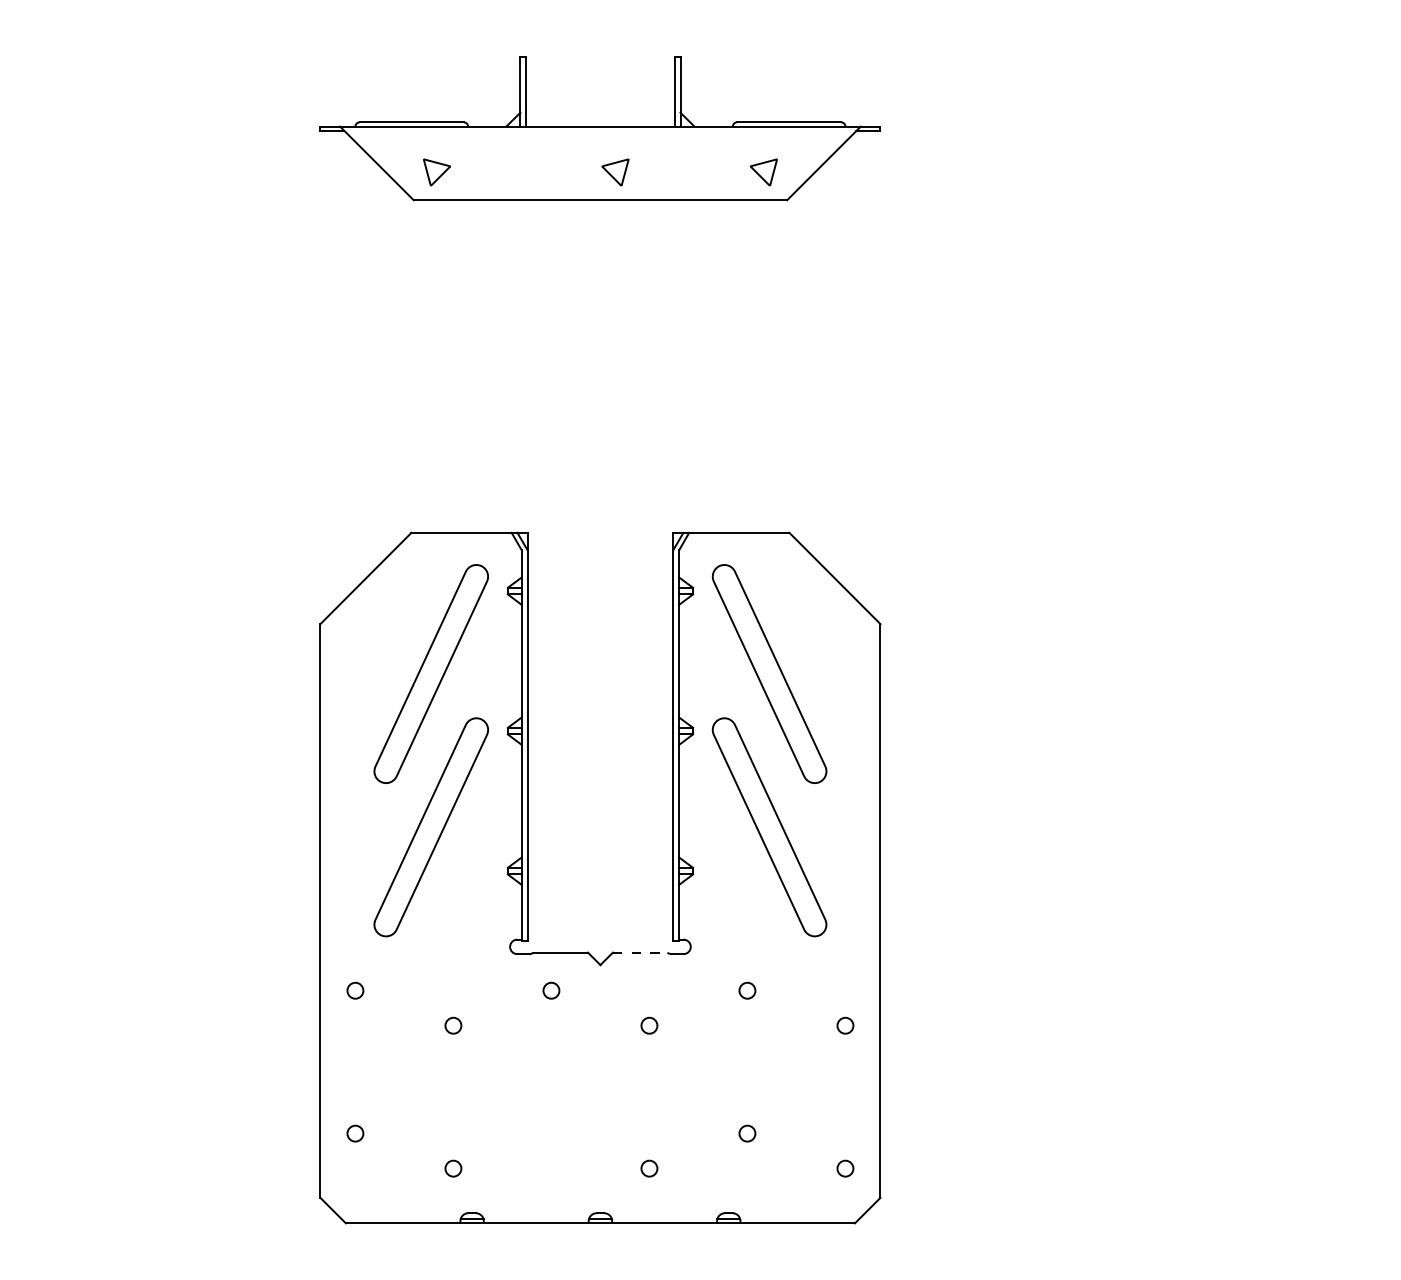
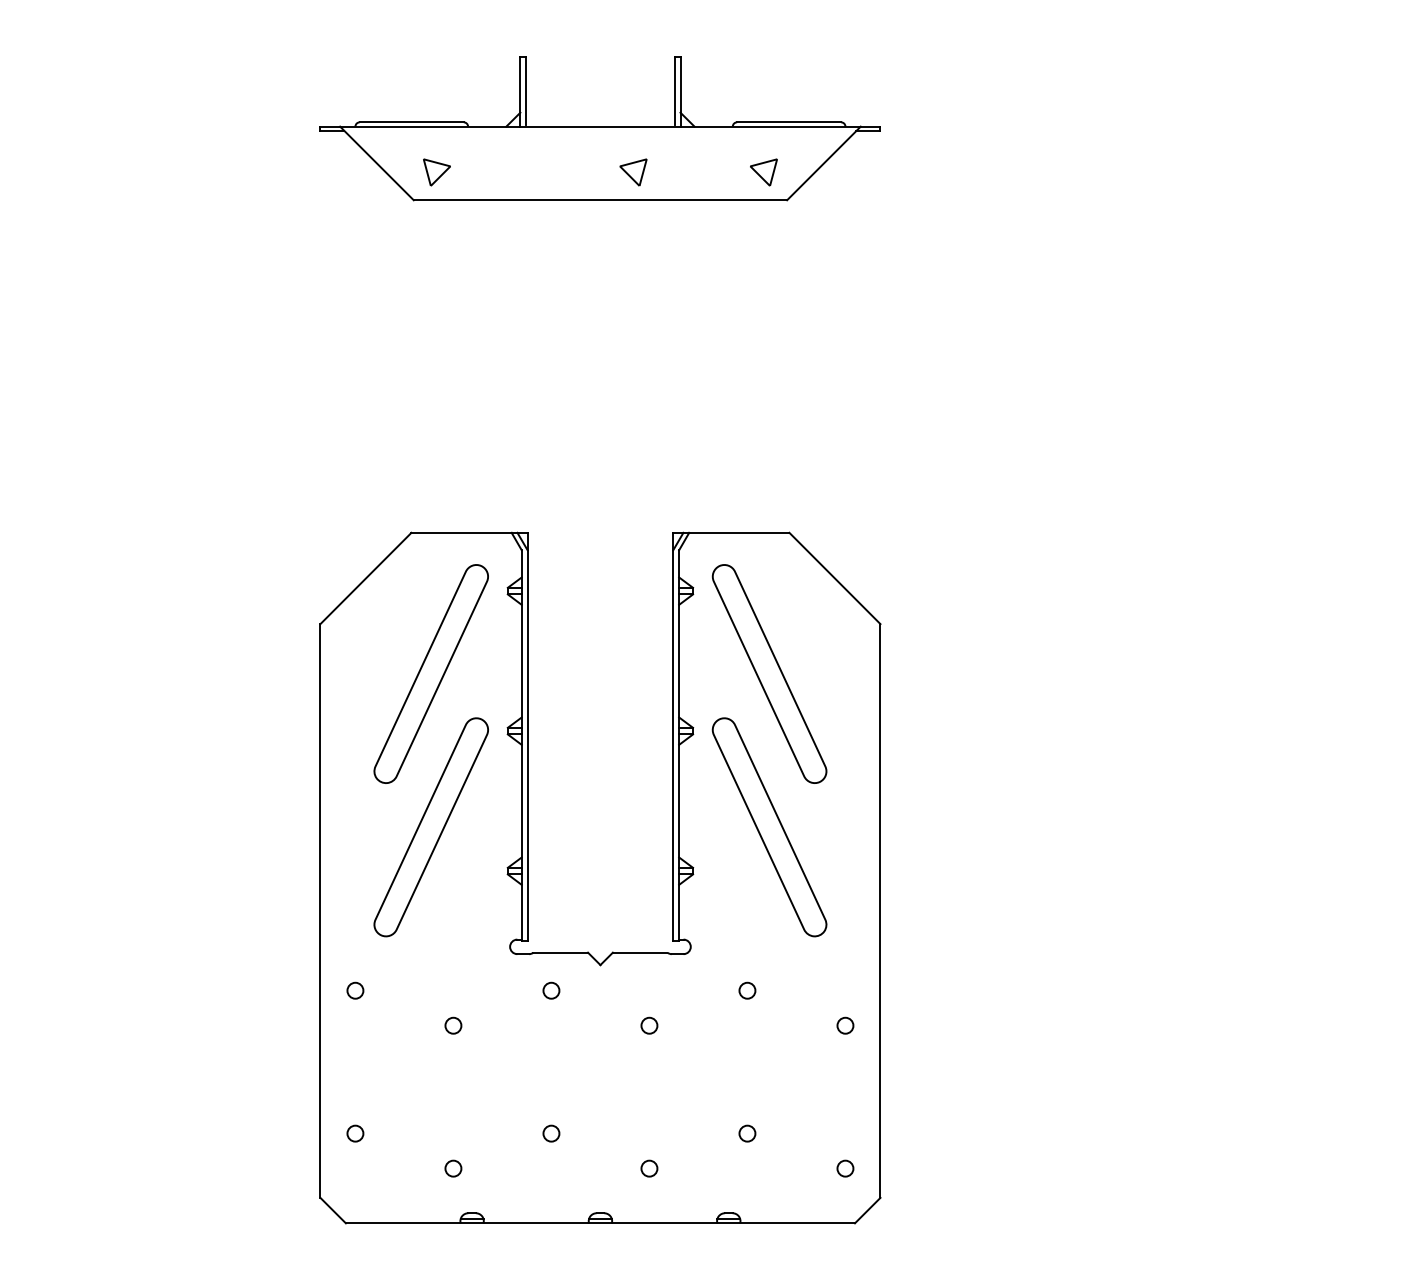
part at (615, 172) position: (615, 172) -> (633, 172)
line at (640, 952): dashed -> solid
circle at (551, 1133): none -> present
